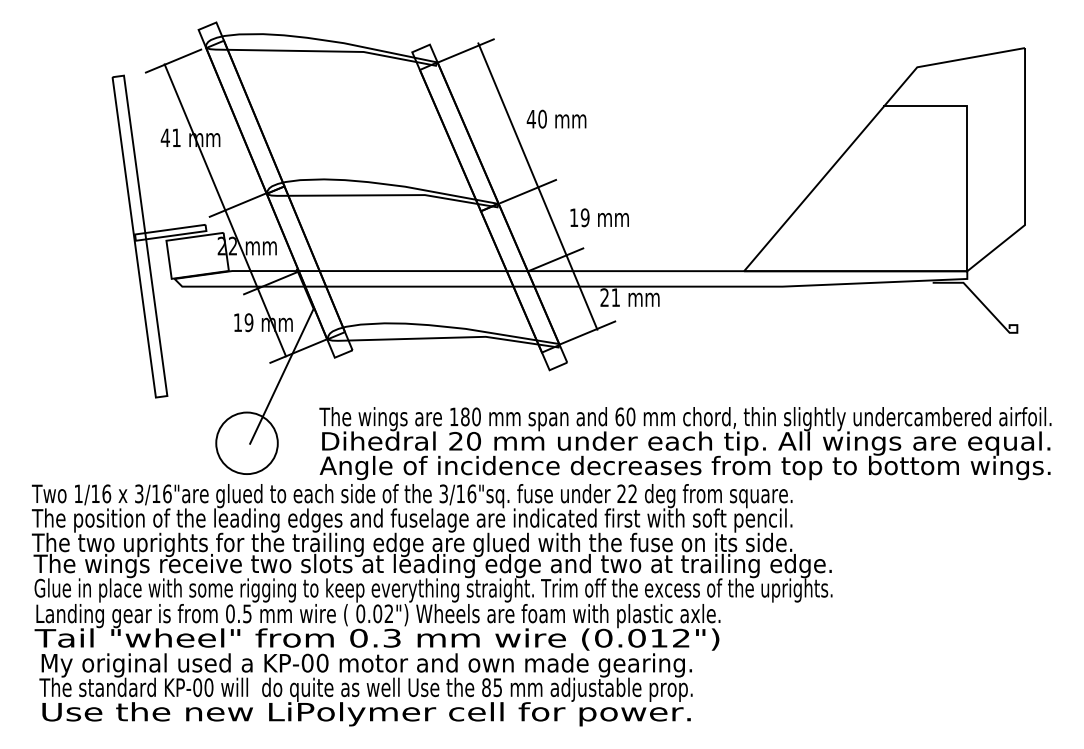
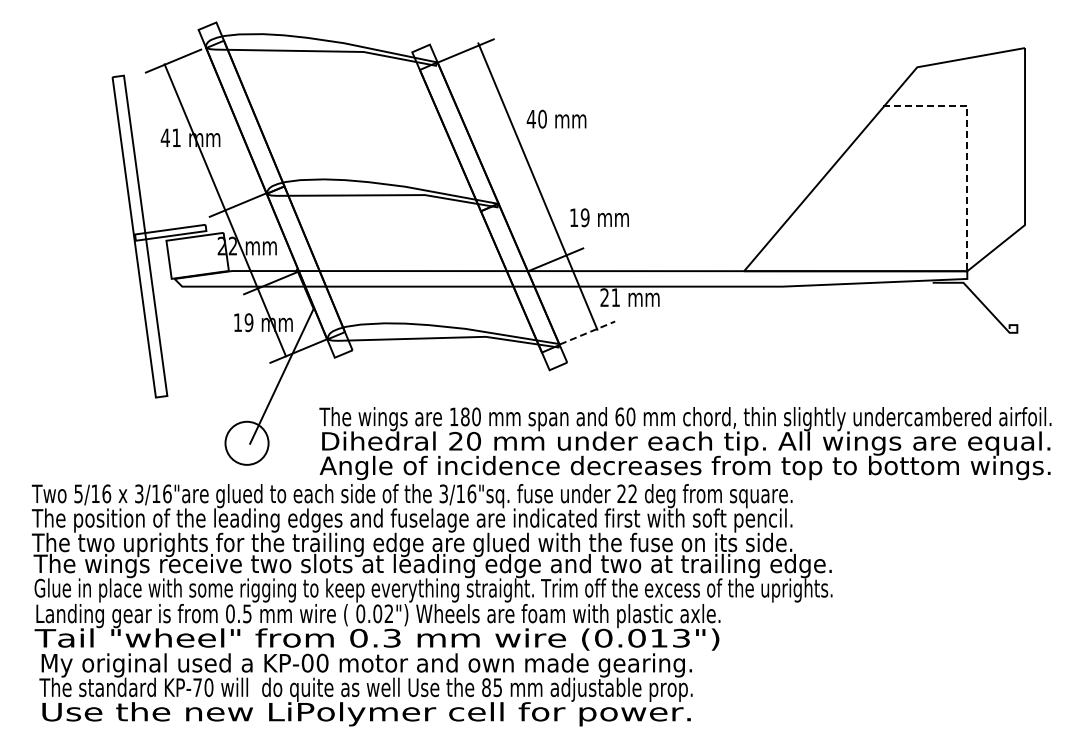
line at (967, 145): solid -> dashed
line at (528, 190): present -> none
line at (587, 332): solid -> dashed
circle at (246, 443) diameter: 62 px -> 43 px
text at (78, 493): 1/16 -> 5/16
text at (681, 638): (0.012") -> (0.013")
text at (197, 687): KP-00 -> KP-70
